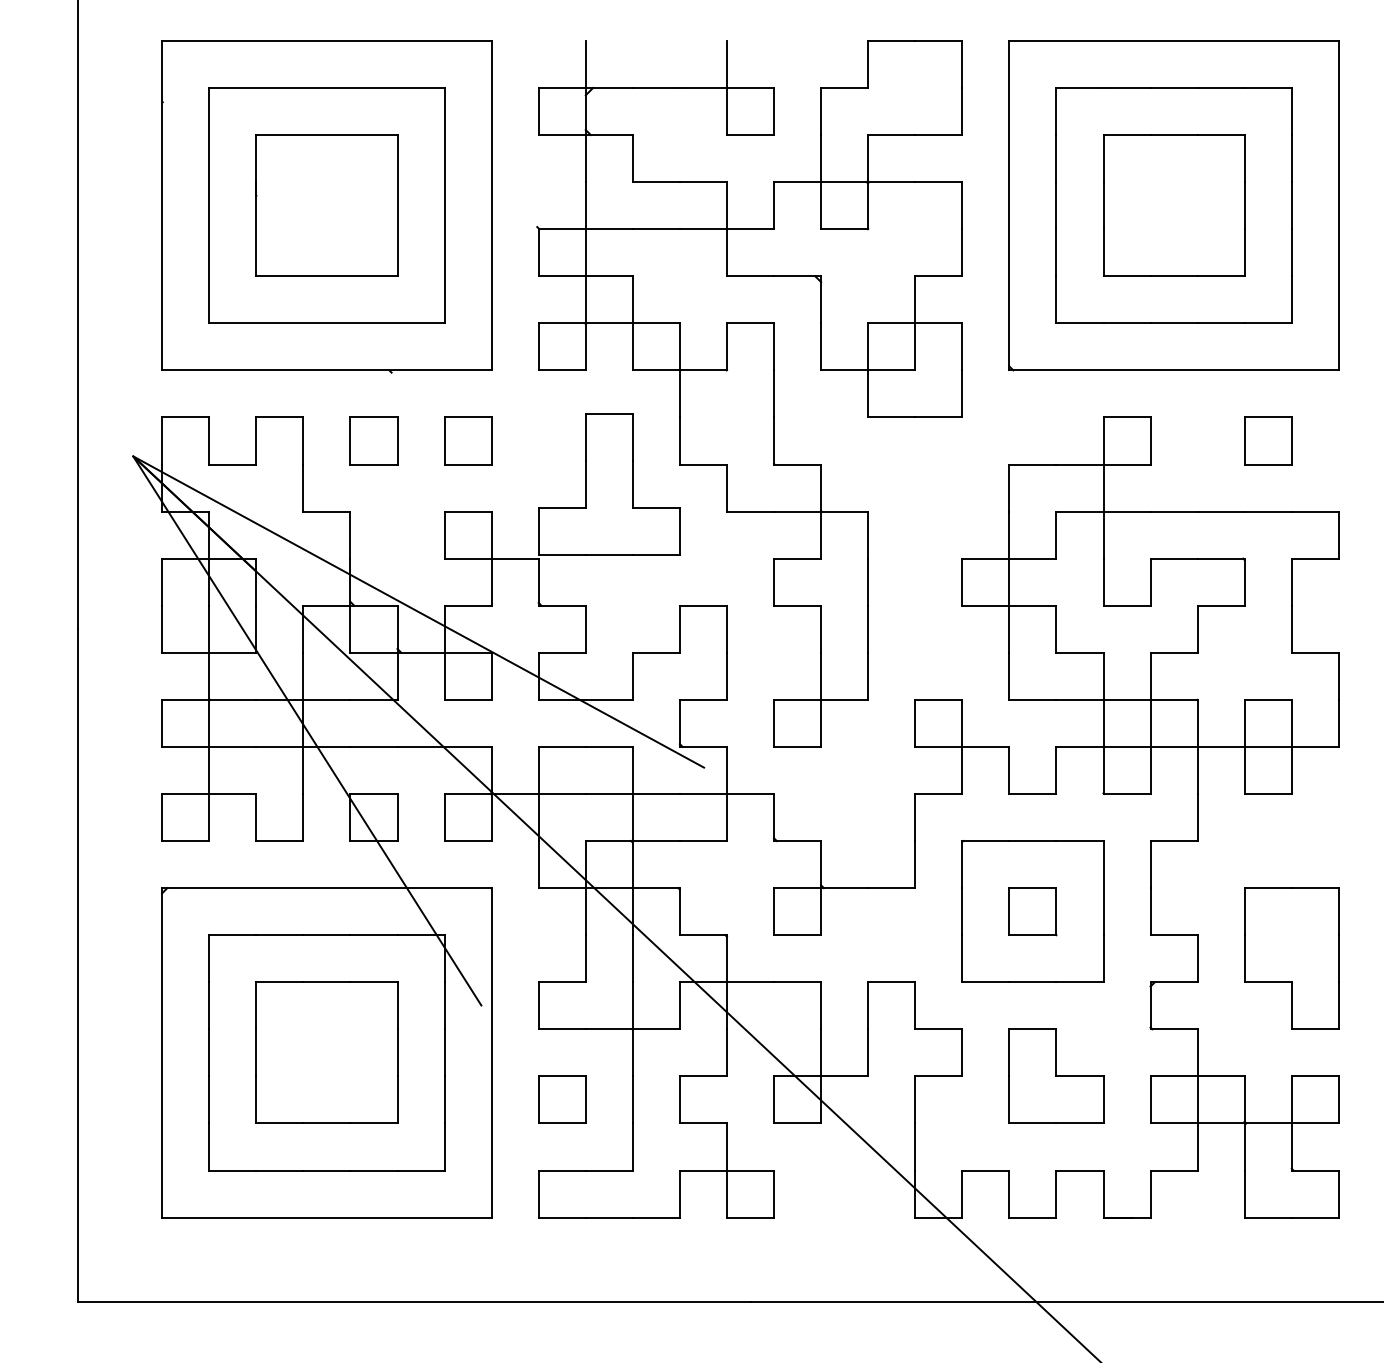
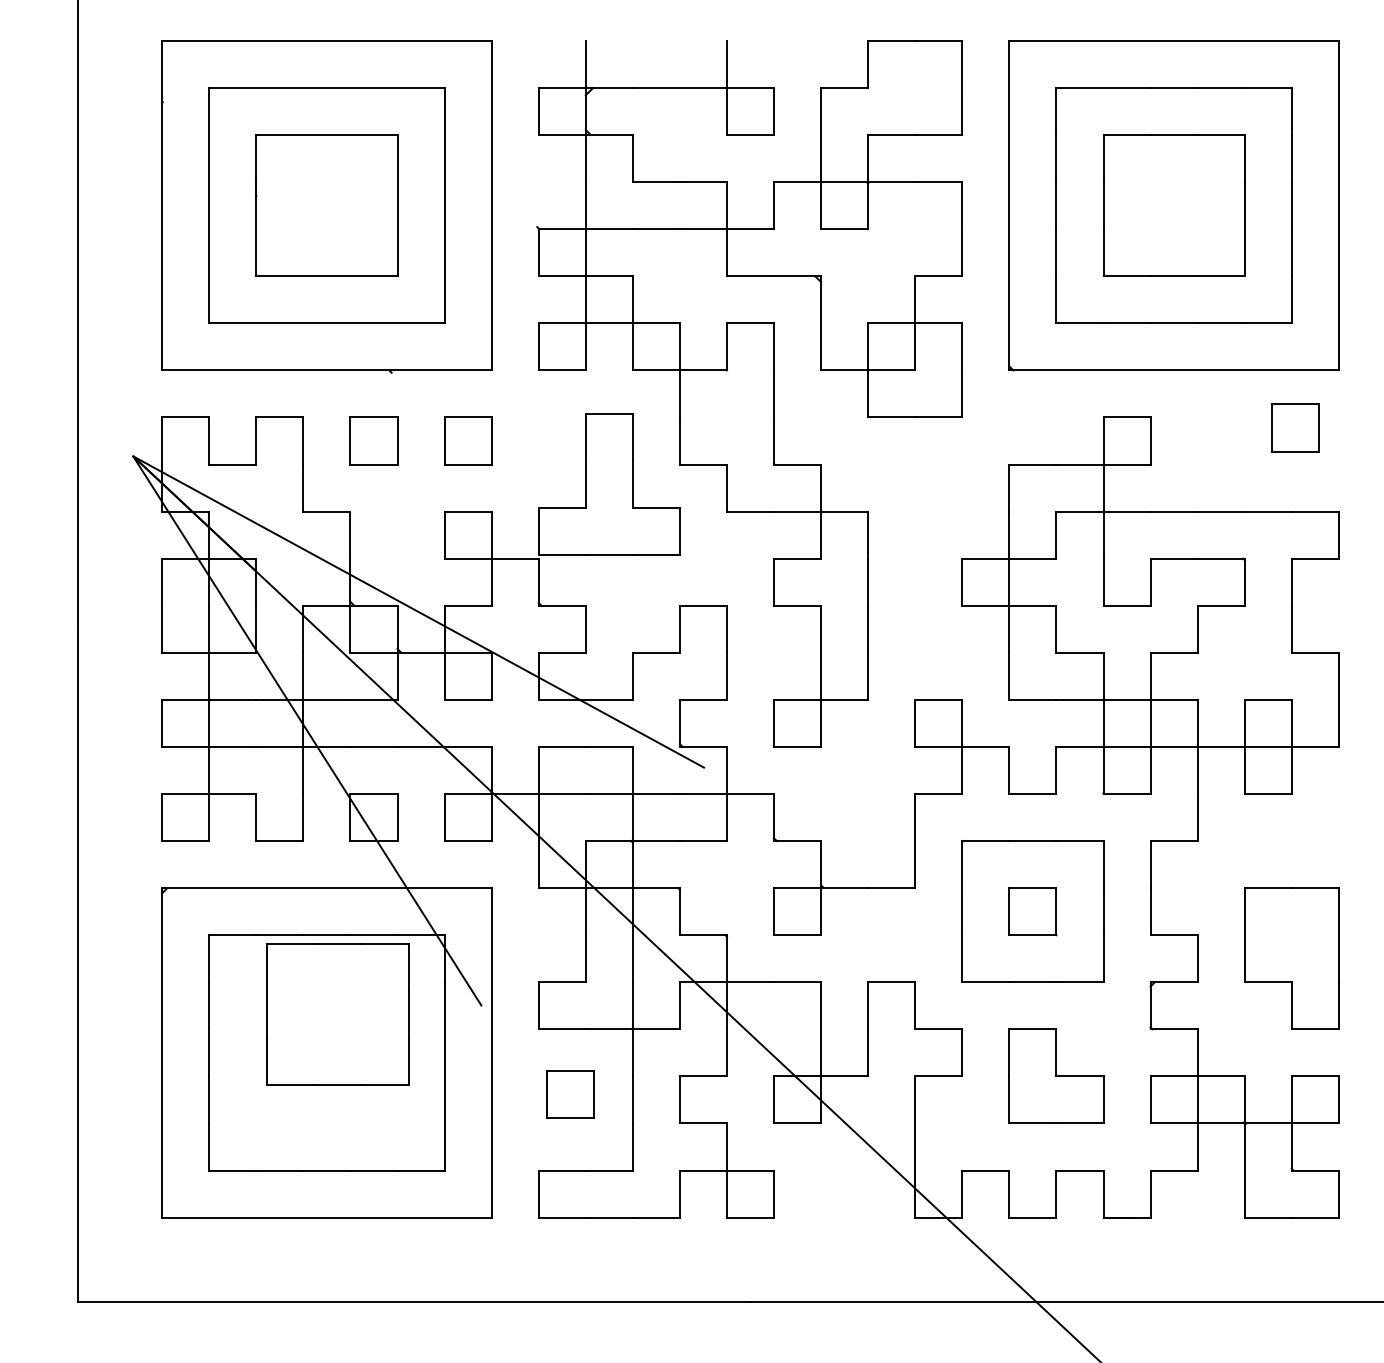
part at (1268, 440) position: (1268, 440) -> (1295, 427)
part at (326, 1052) position: (326, 1052) -> (337, 1014)
part at (562, 1099) position: (562, 1099) -> (570, 1094)
